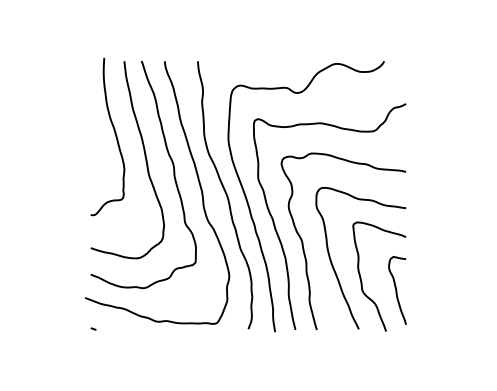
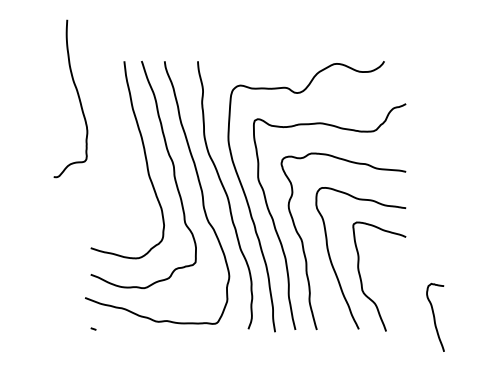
curve at (114, 133) position: (114, 133) -> (77, 95)
curve at (396, 289) position: (396, 289) -> (434, 316)
